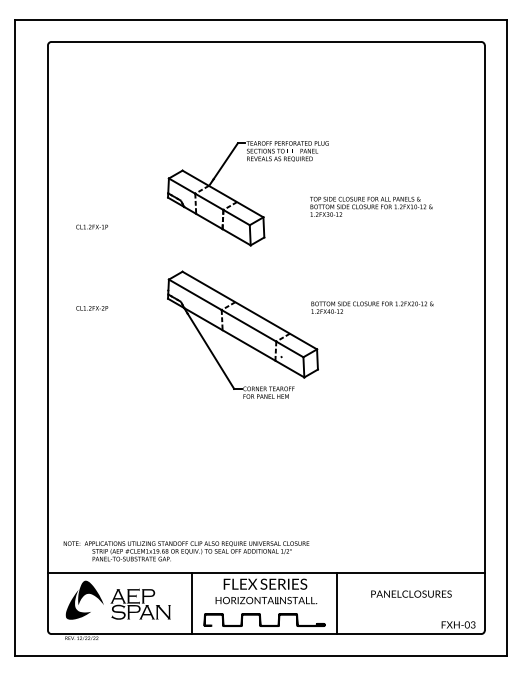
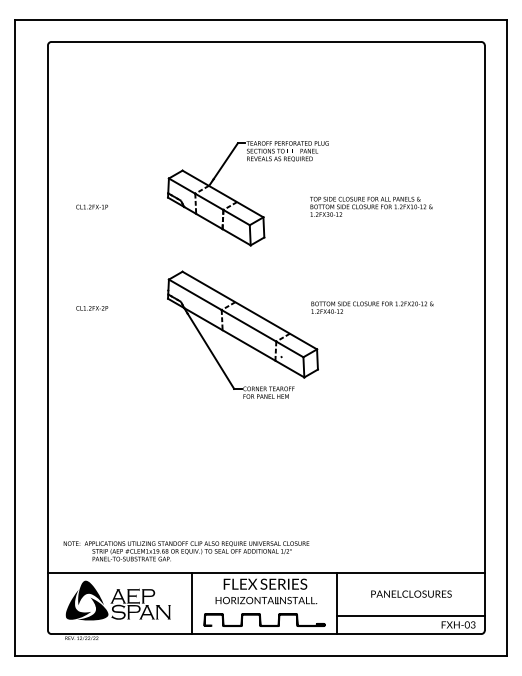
text at (91, 226) position: (91, 226) -> (91, 206)
fill at (92, 608): none -> present
line at (410, 616): none -> present
